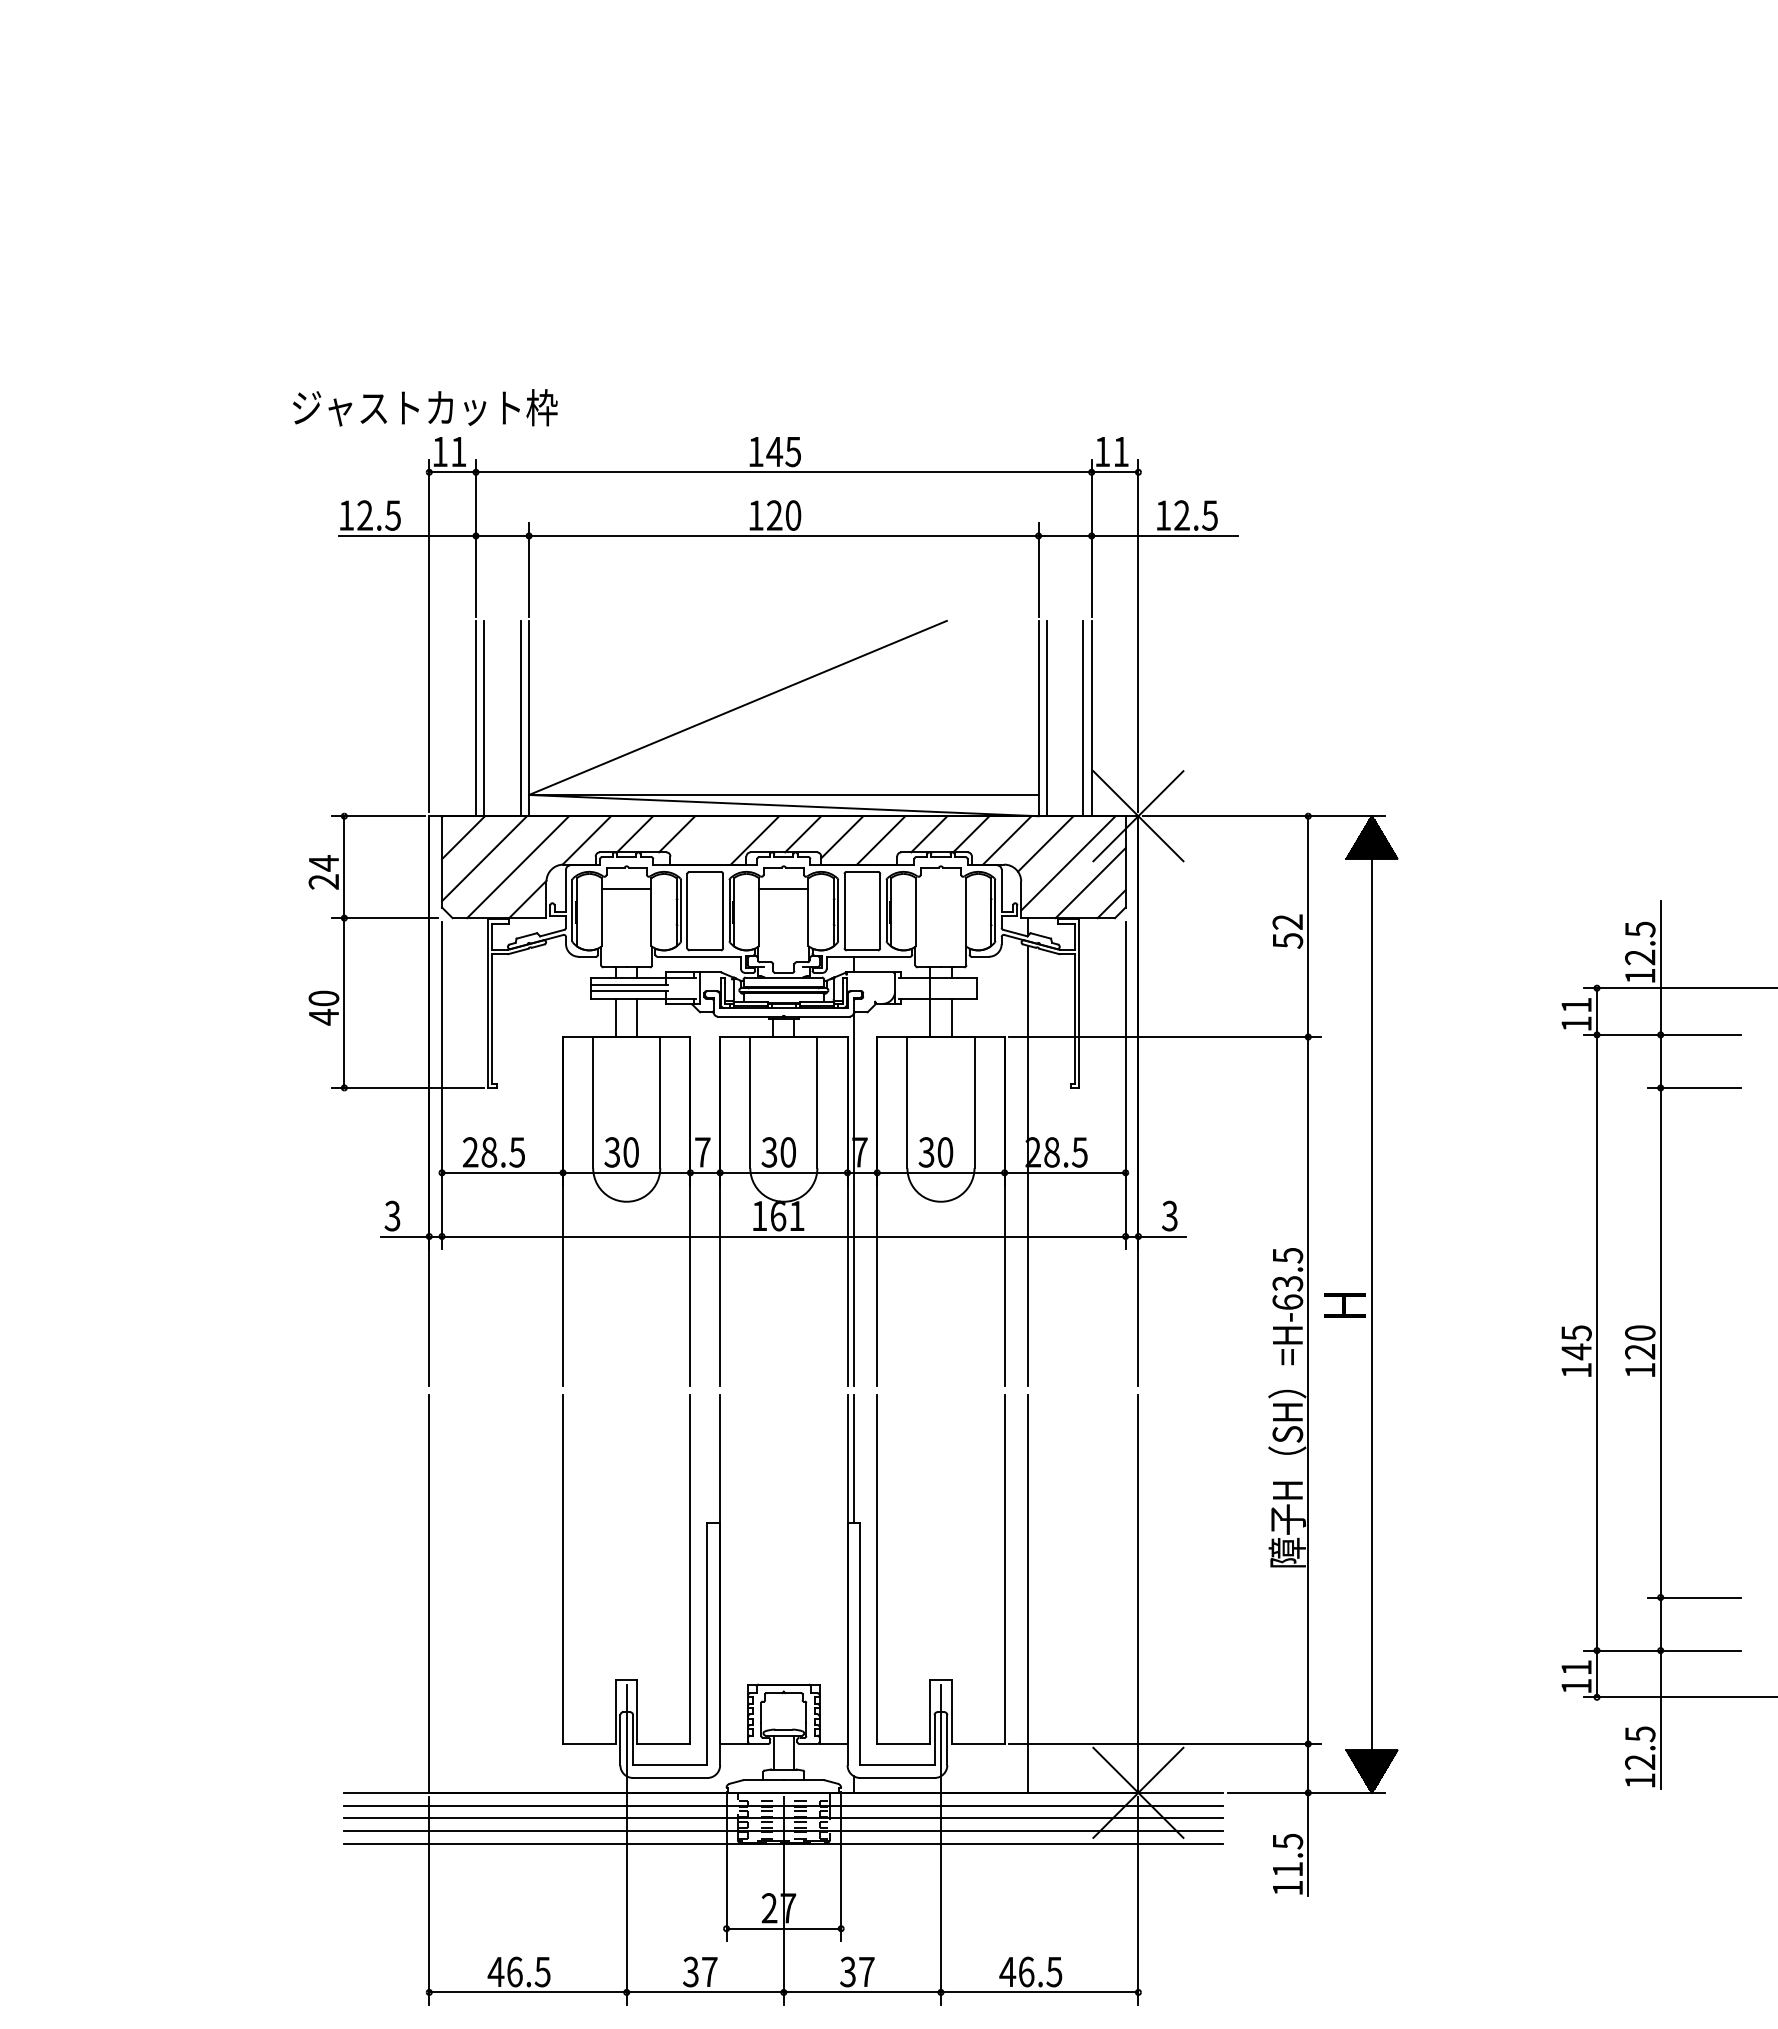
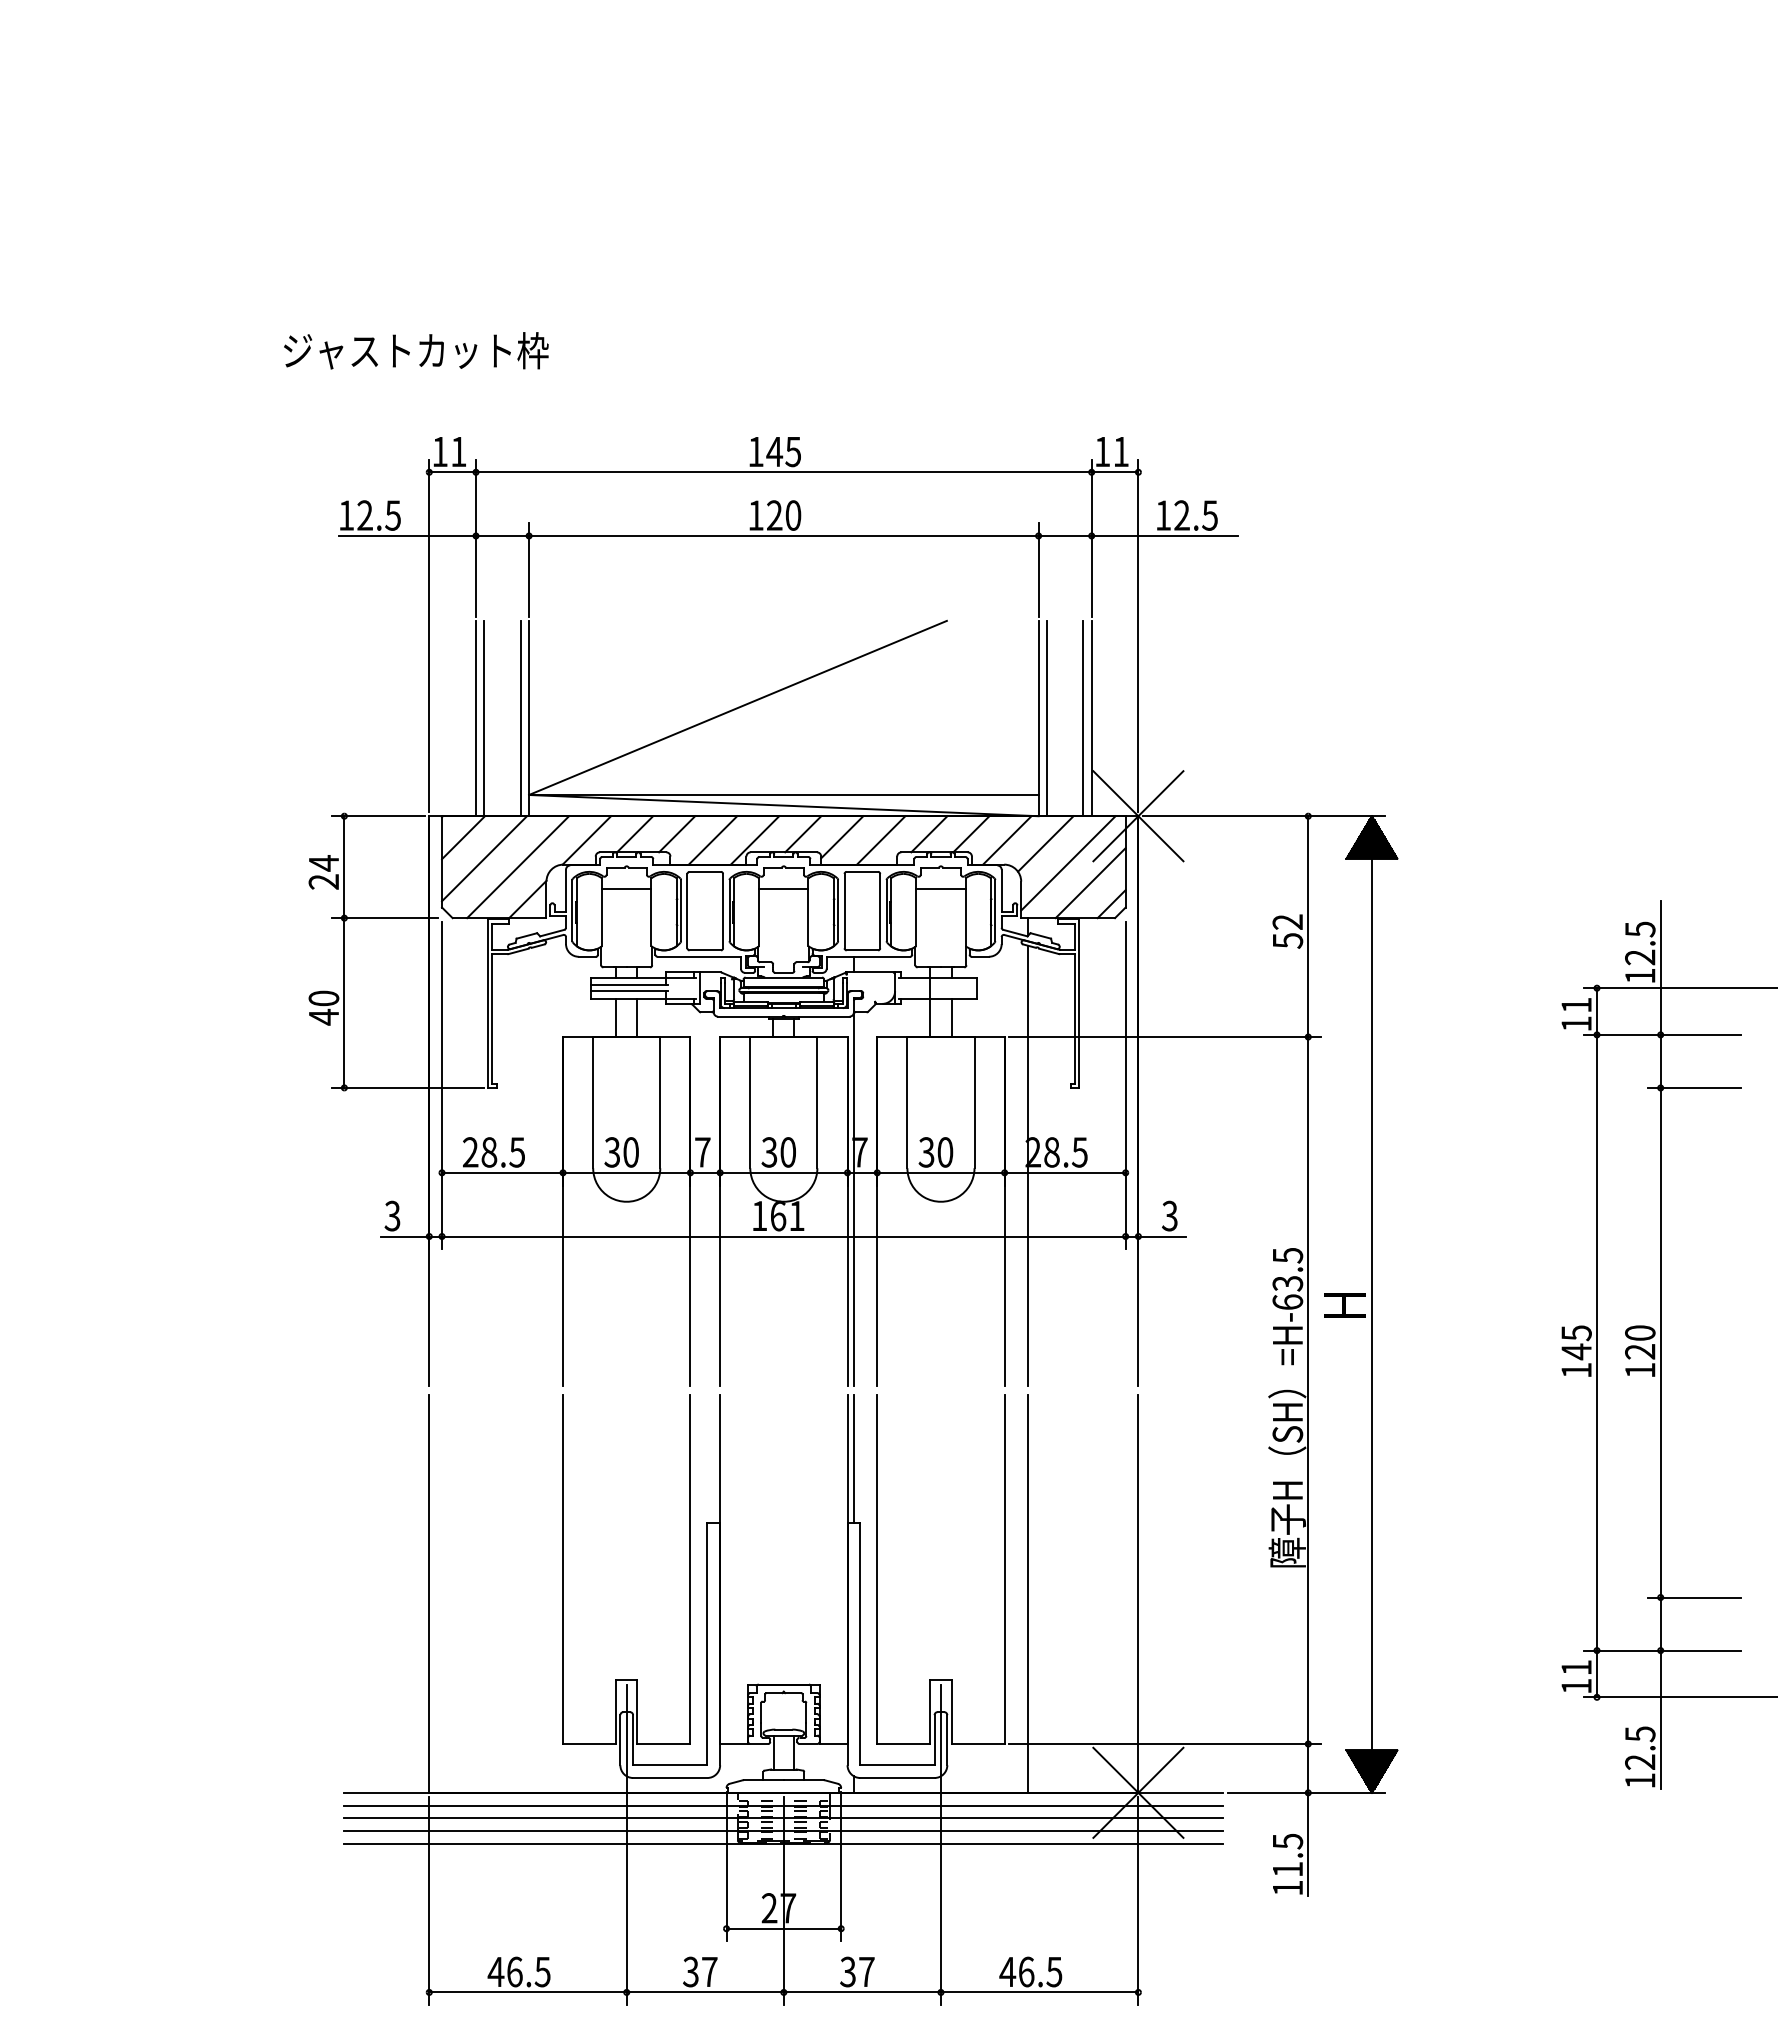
text at (425, 407) position: (425, 407) -> (416, 350)
line at (712, 840): none -> present
line at (940, 888): none -> present
